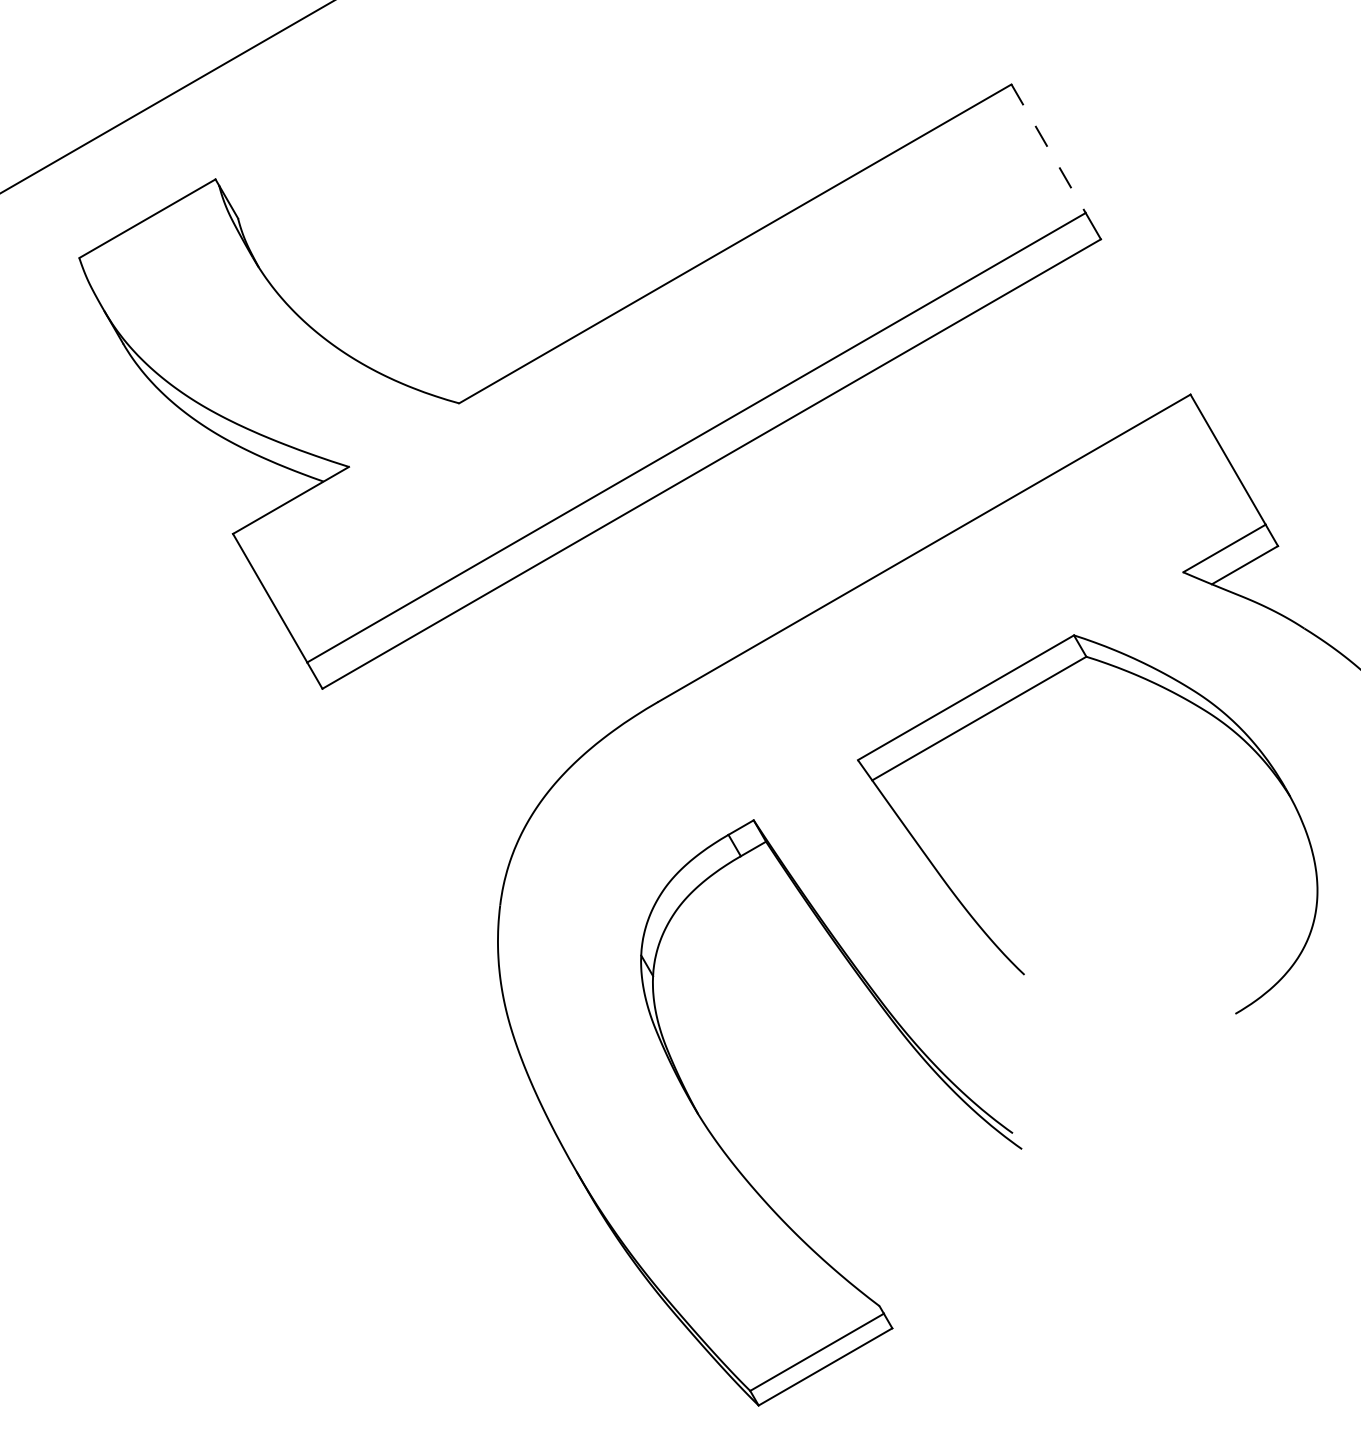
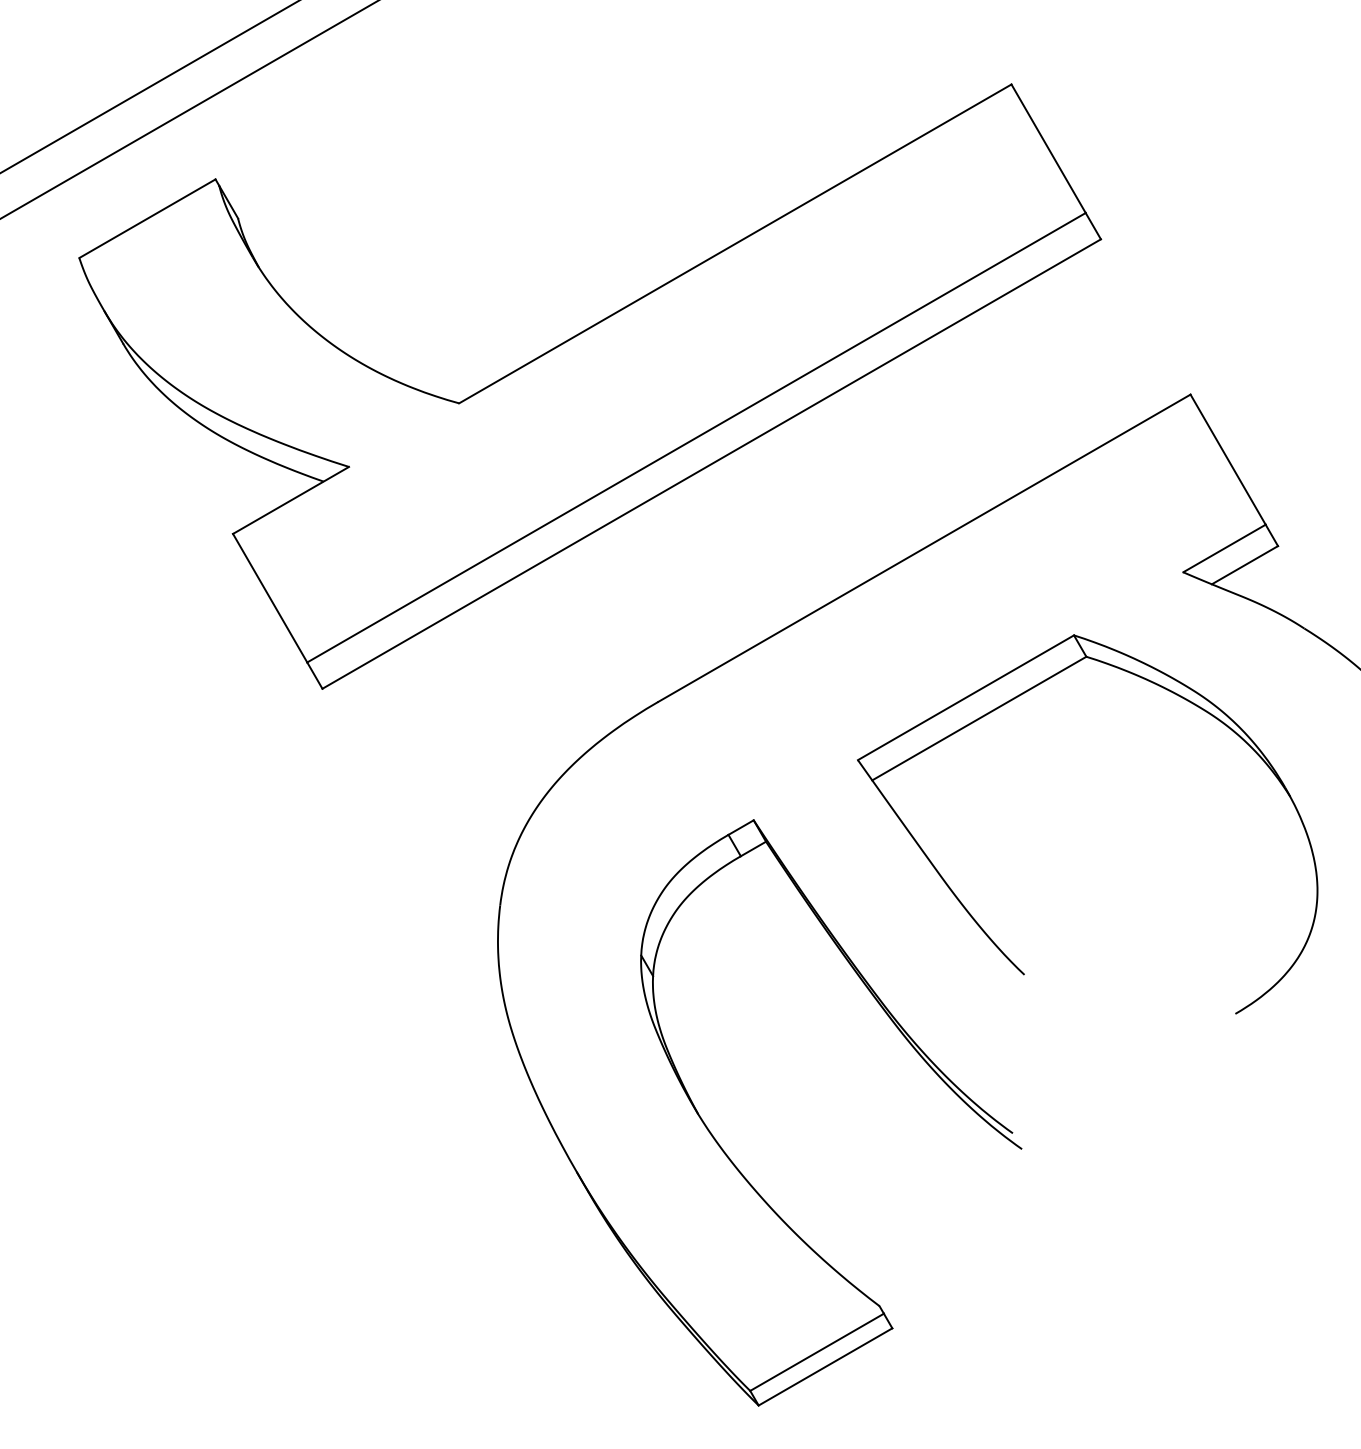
line at (166, 97) position: (166, 97) -> (149, 86)
line at (189, 109): none -> present
line at (1048, 149): dashed -> solid
